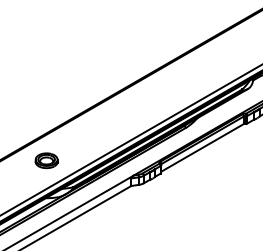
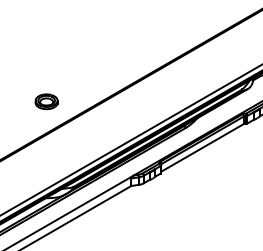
part at (46, 160) position: (46, 160) -> (46, 101)
